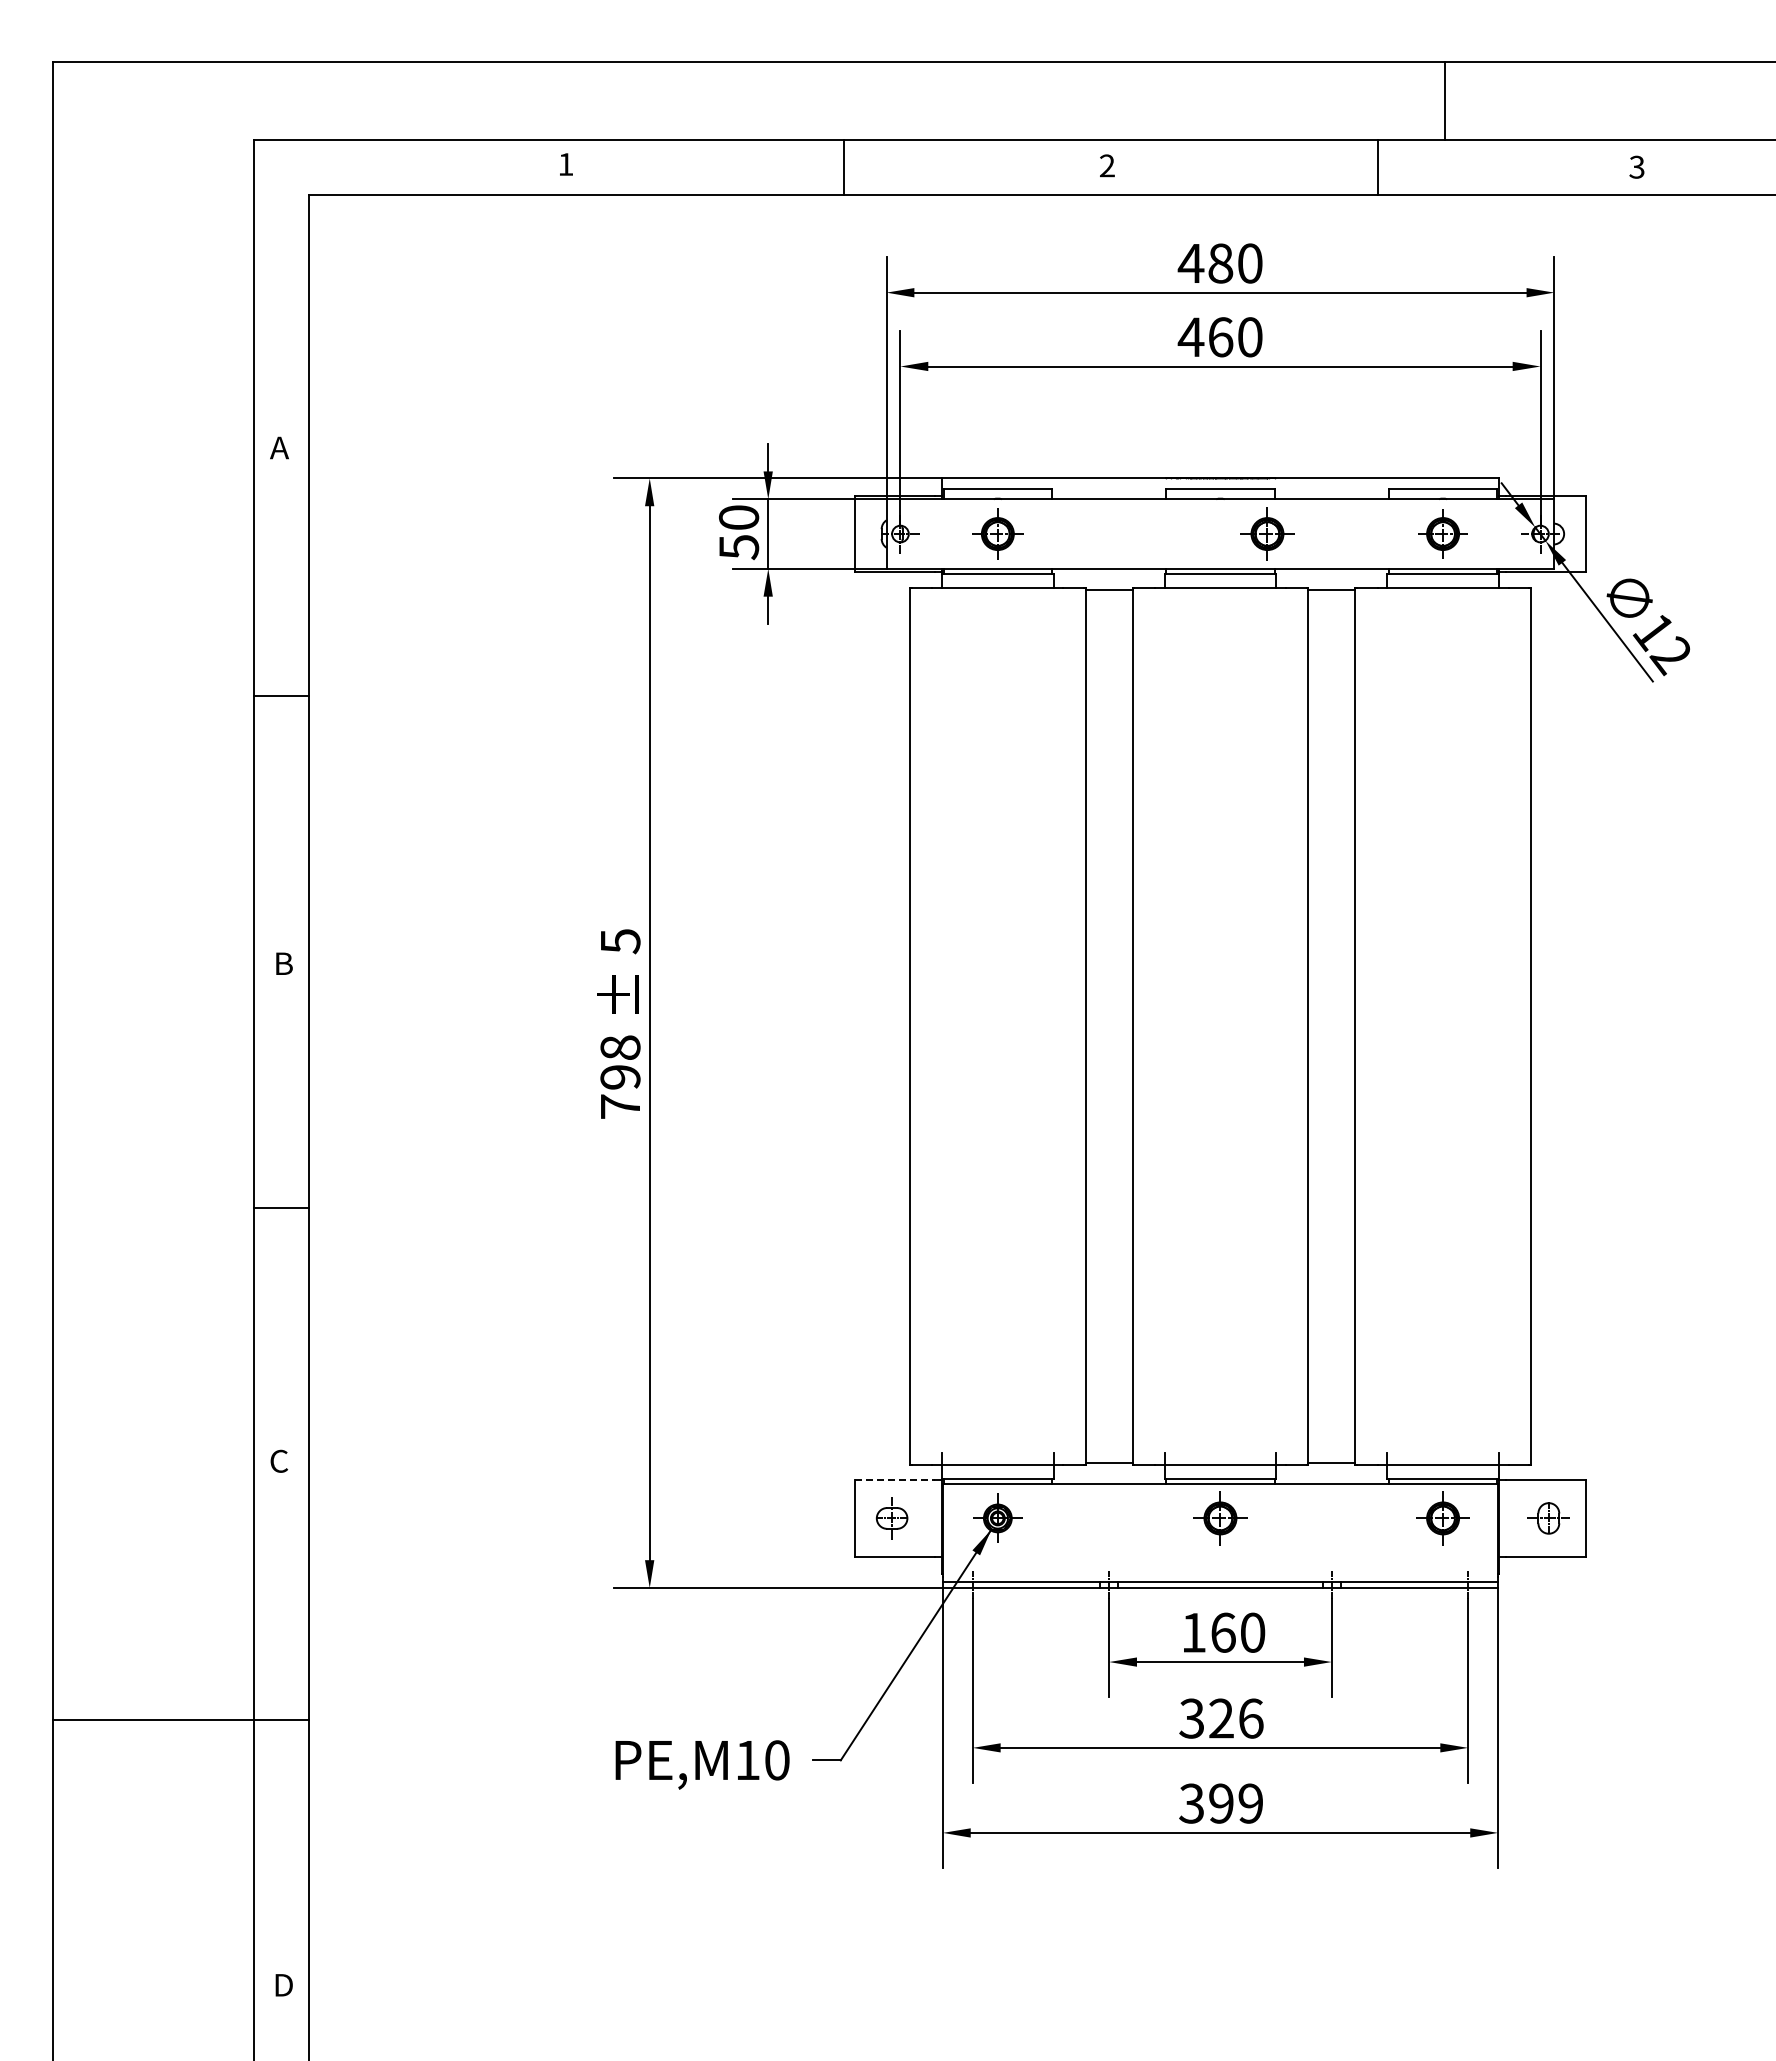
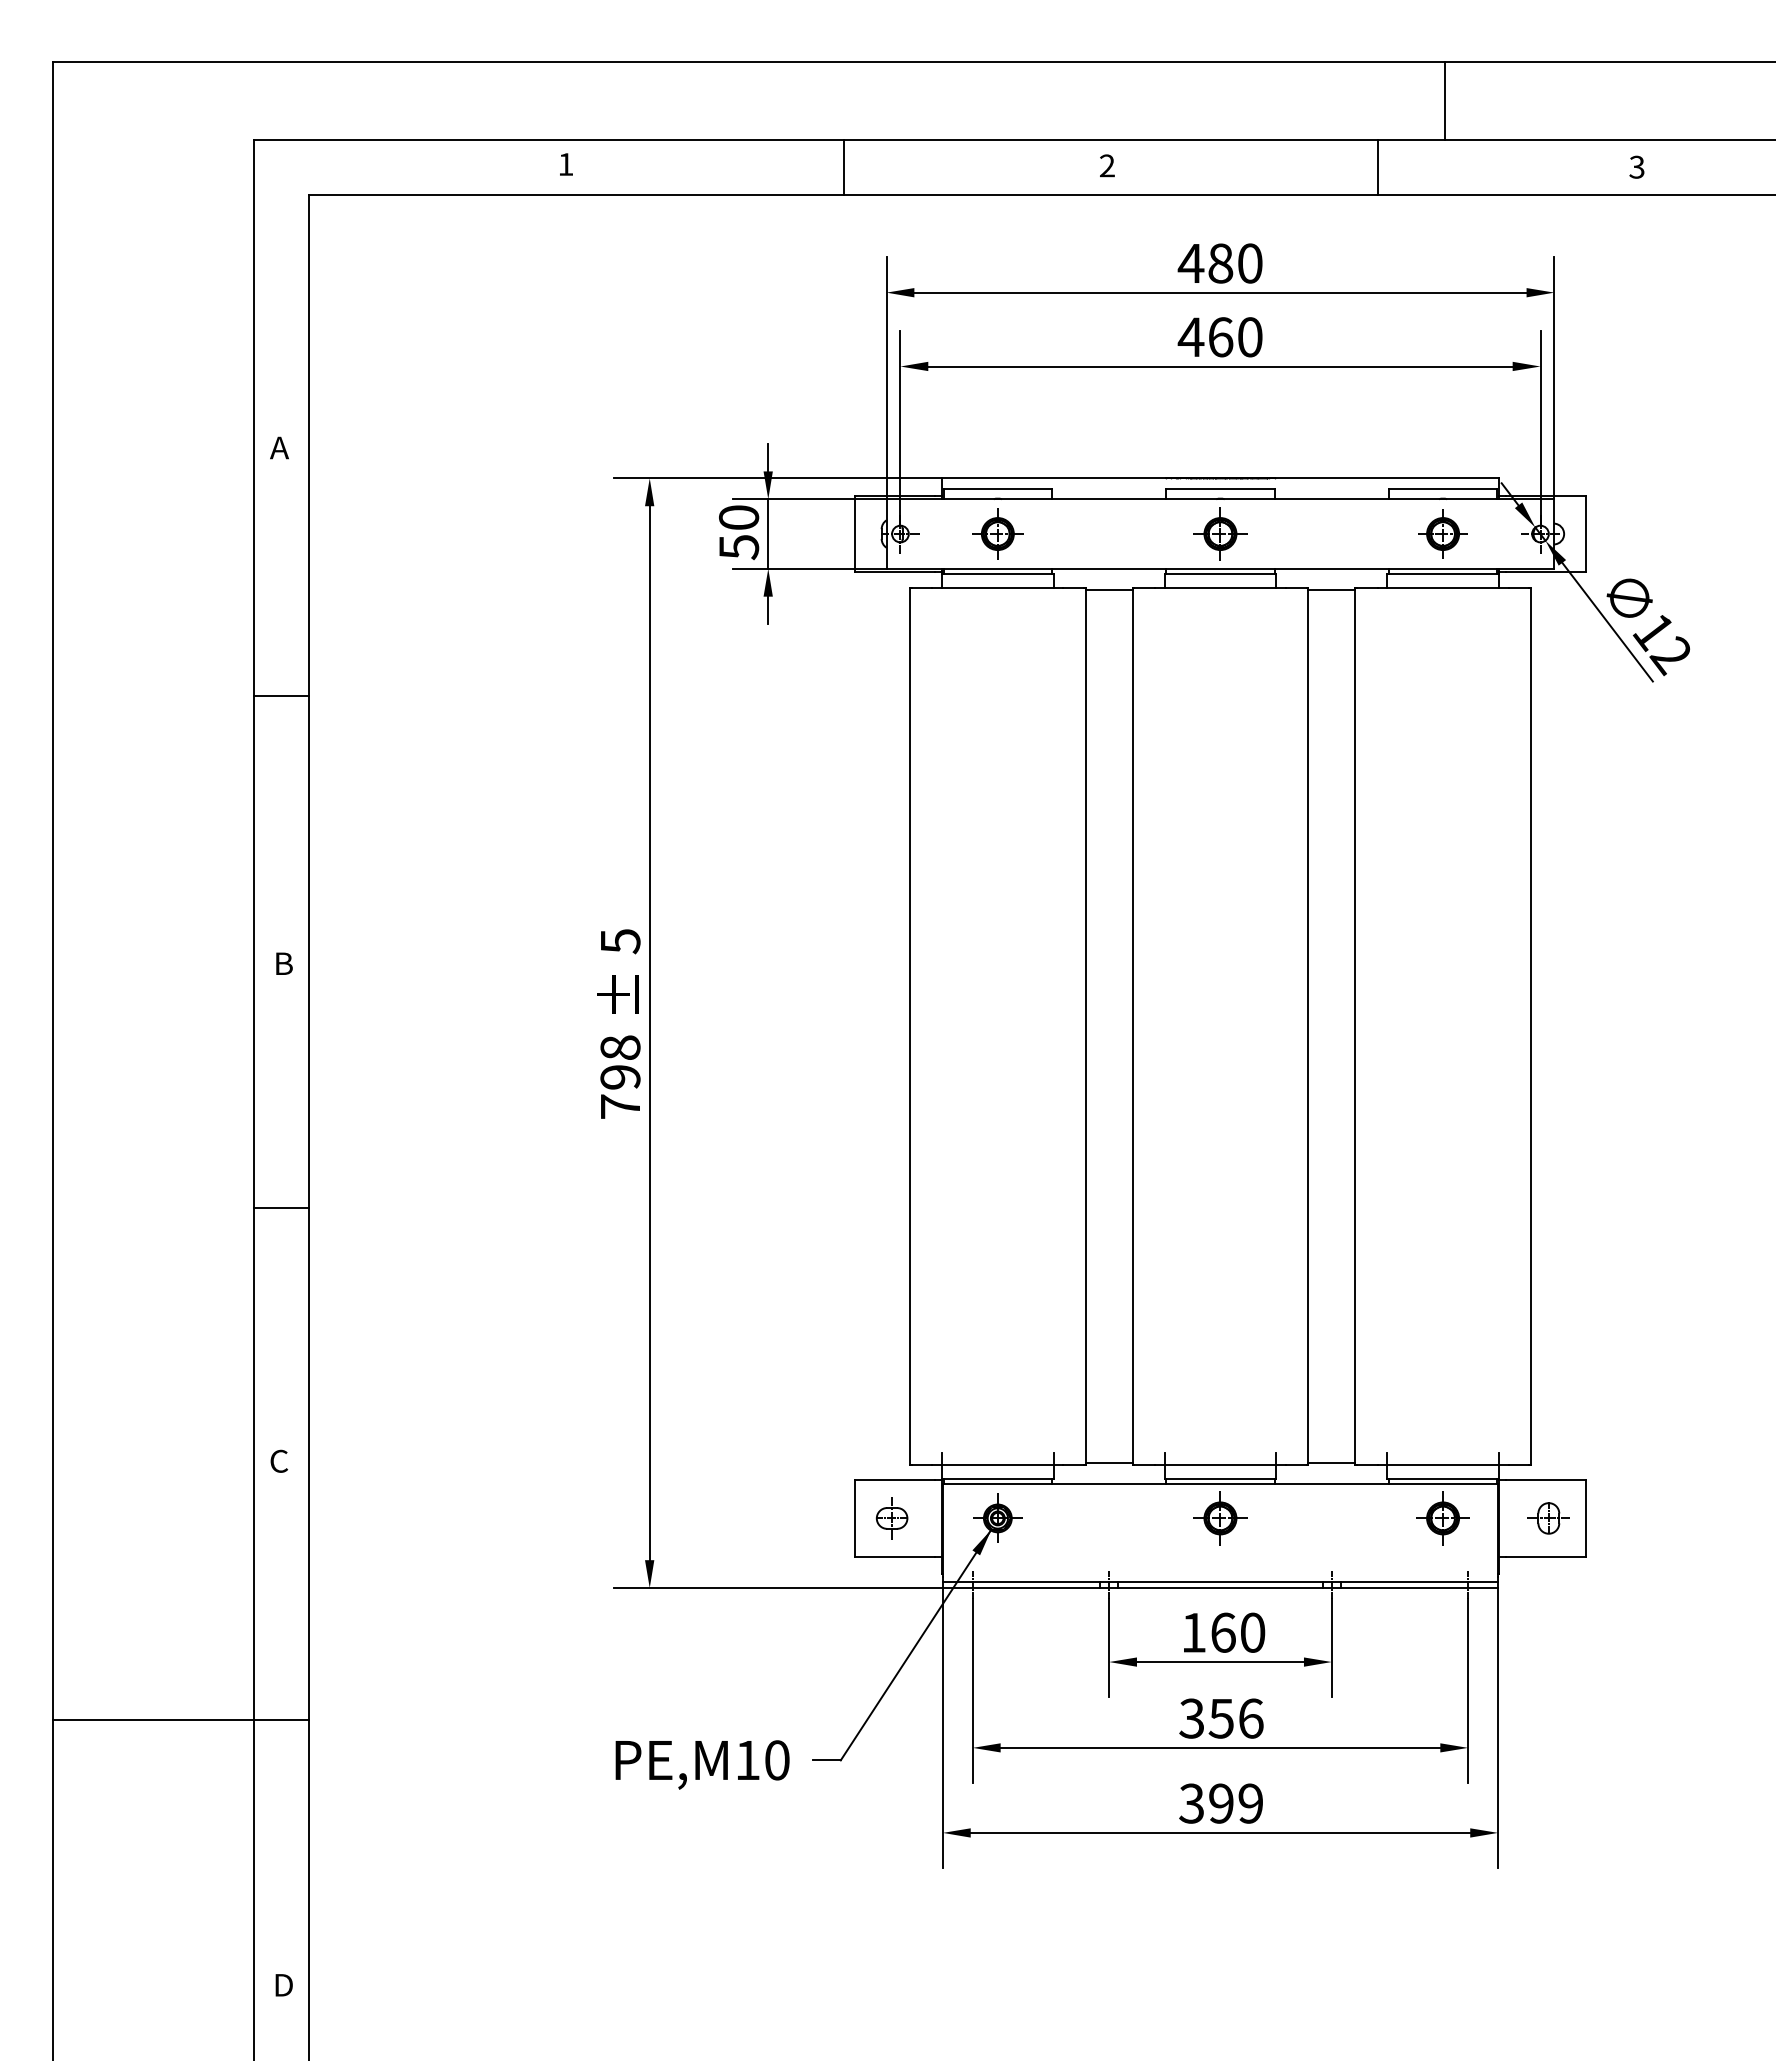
part at (1267, 533) position: (1267, 533) -> (1220, 533)
line at (895, 1480): dashed -> solid
text at (1220, 1718): 326 -> 356
